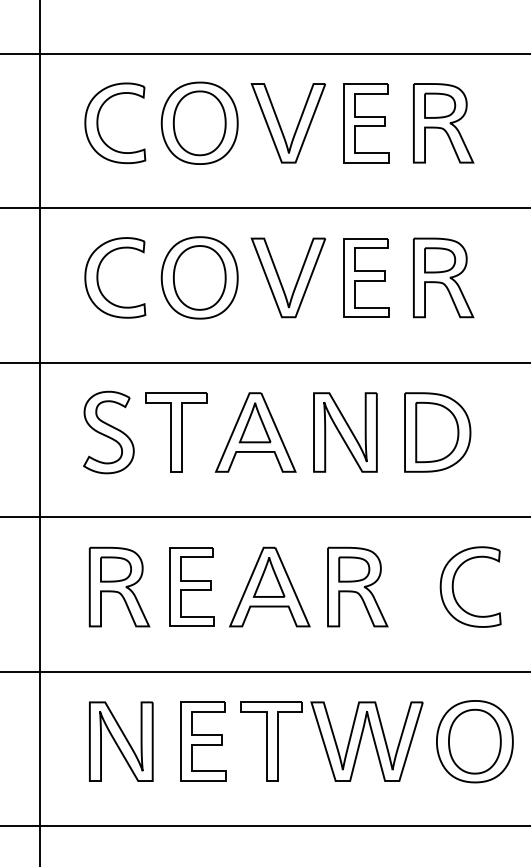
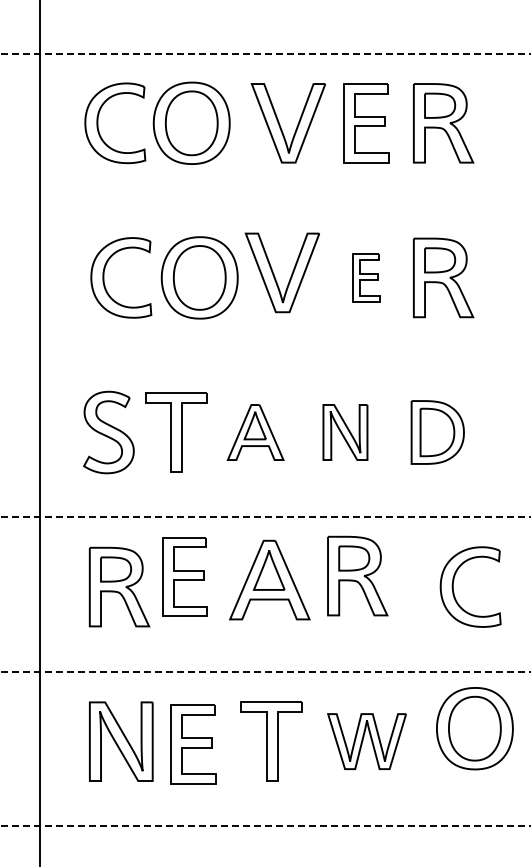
line at (265, 53): solid -> dashed
part at (199, 122) position: (199, 122) -> (191, 122)
line at (264, 208): present -> none
part at (98, 277) position: (98, 277) -> (104, 277)
part at (366, 277) size: 47x80 px -> 29x50 px
part at (281, 281) position: (281, 281) -> (275, 276)
line at (264, 362): present -> none
part at (255, 432) size: 83x81 px -> 59x57 px
part at (345, 432) size: 65x81 px -> 47x57 px
part at (437, 432) size: 68x81 px -> 55x65 px
line at (265, 517): solid -> dashed
part at (191, 586) position: (191, 586) -> (184, 576)
part at (269, 586) position: (269, 586) -> (269, 579)
part at (357, 586) position: (357, 586) -> (357, 575)
line at (265, 671): solid -> dashed
part at (203, 741) position: (203, 741) -> (193, 744)
part at (366, 741) size: 114x81 px -> 80x57 px
part at (474, 741) position: (474, 741) -> (474, 728)
line at (265, 826): solid -> dashed
